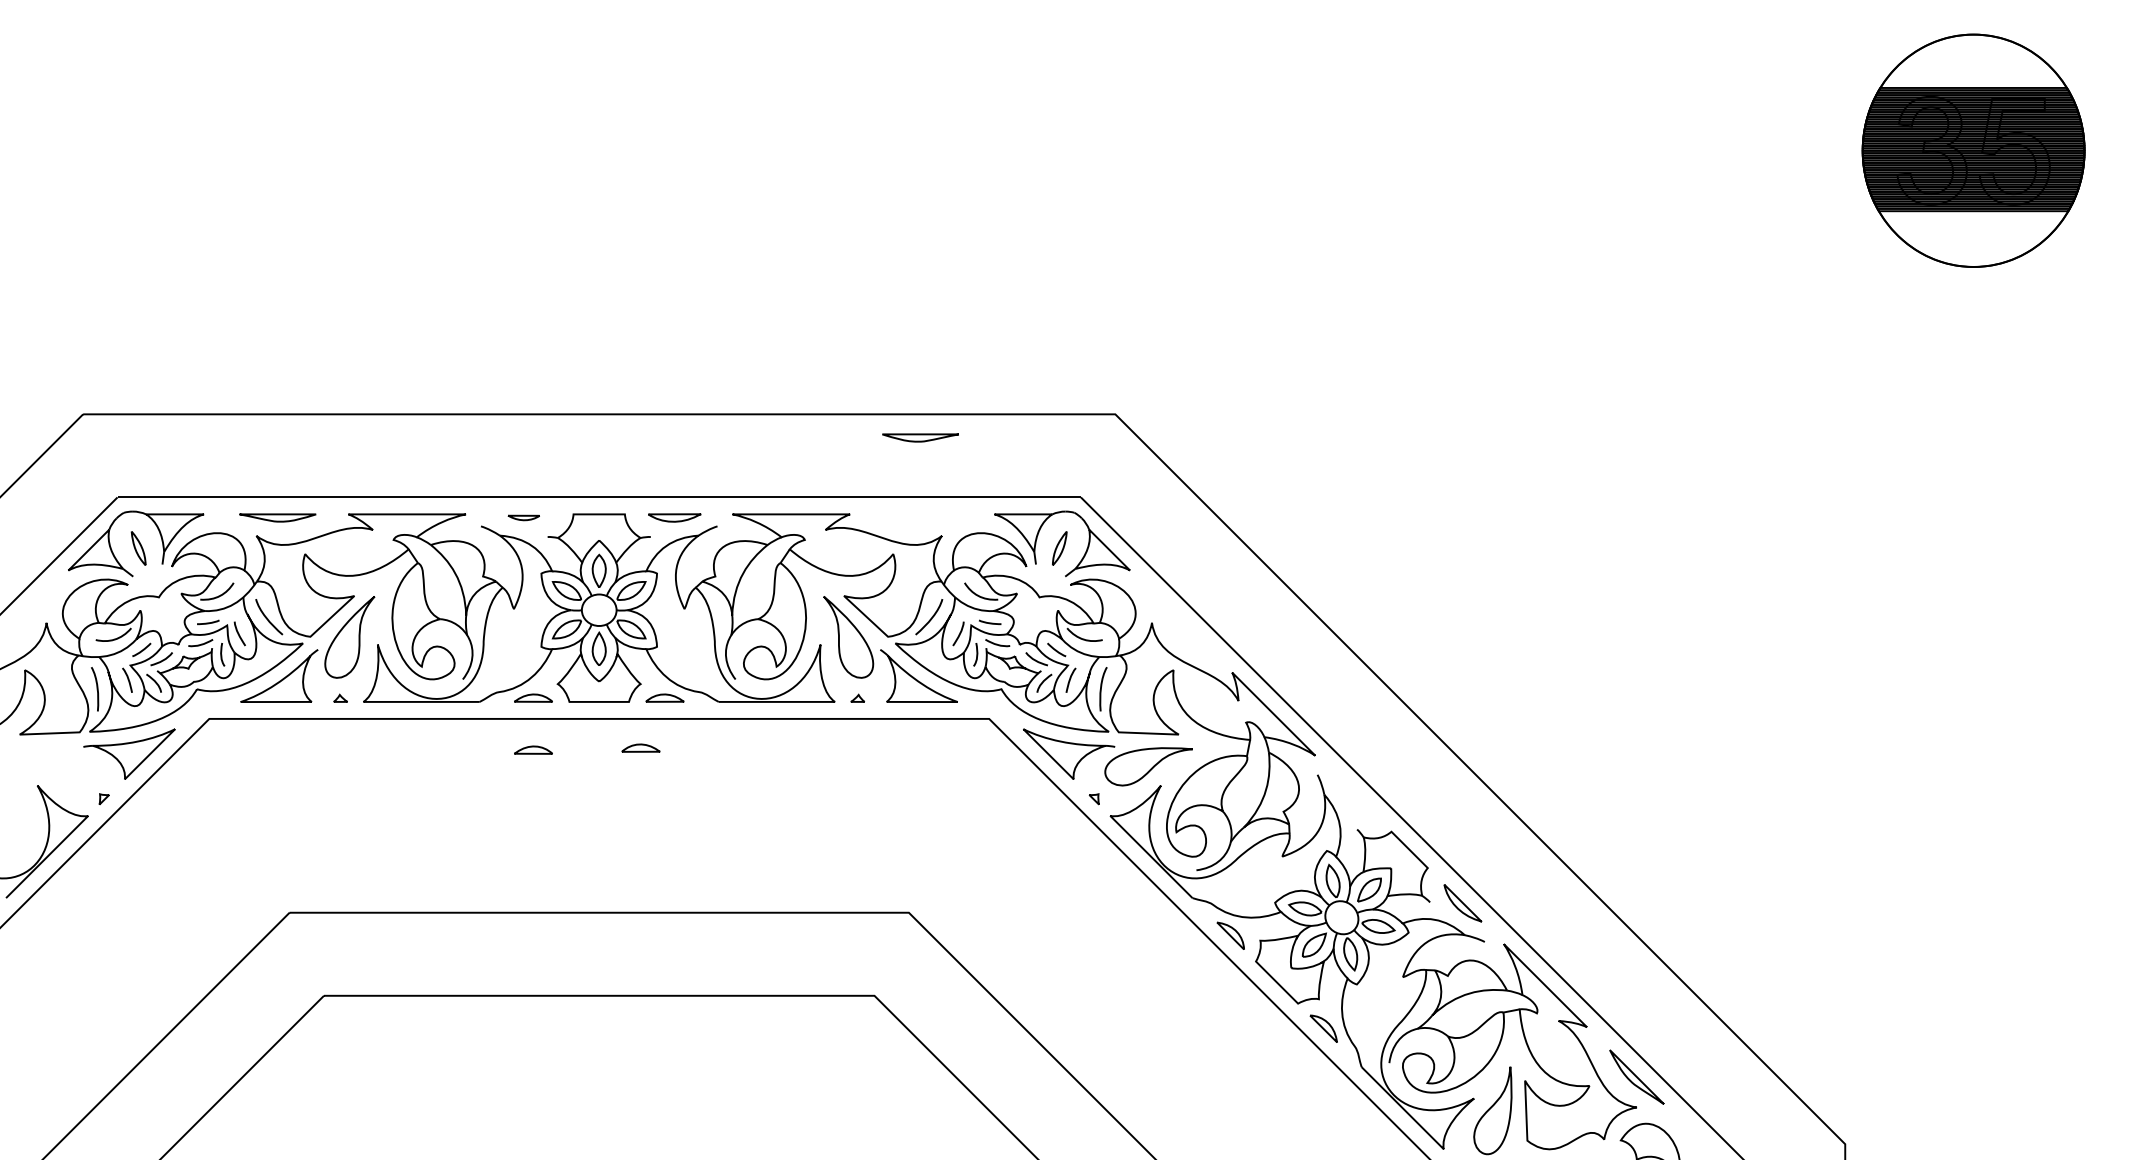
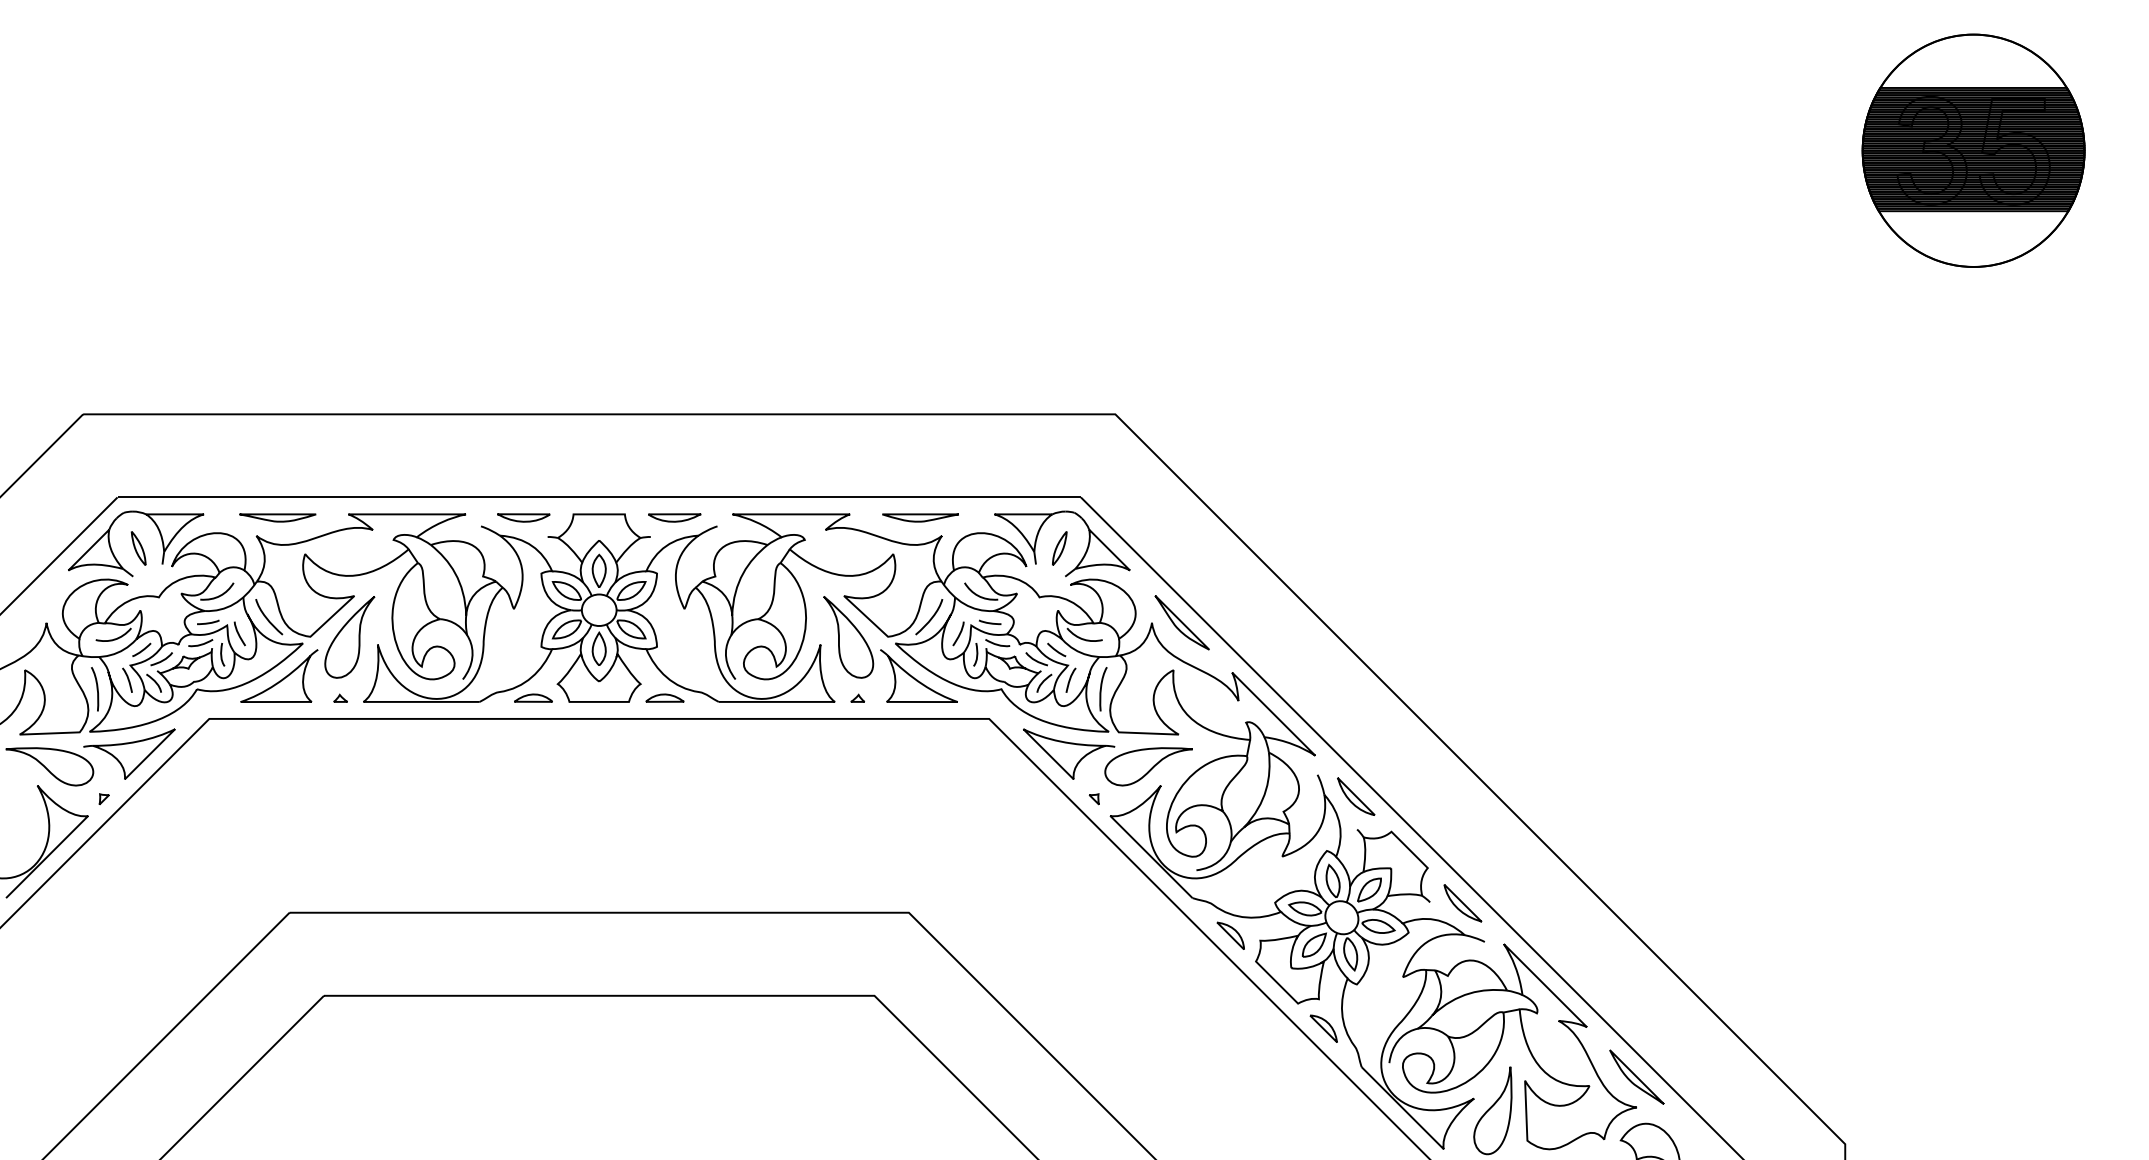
part at (920, 437) position: (920, 437) -> (920, 517)
part at (523, 517) size: 33x8 px -> 54x10 px
part at (1181, 622): none -> present
part at (640, 747): present -> none
part at (533, 749): present -> none
part at (49, 766): none -> present
part at (1356, 796): none -> present
